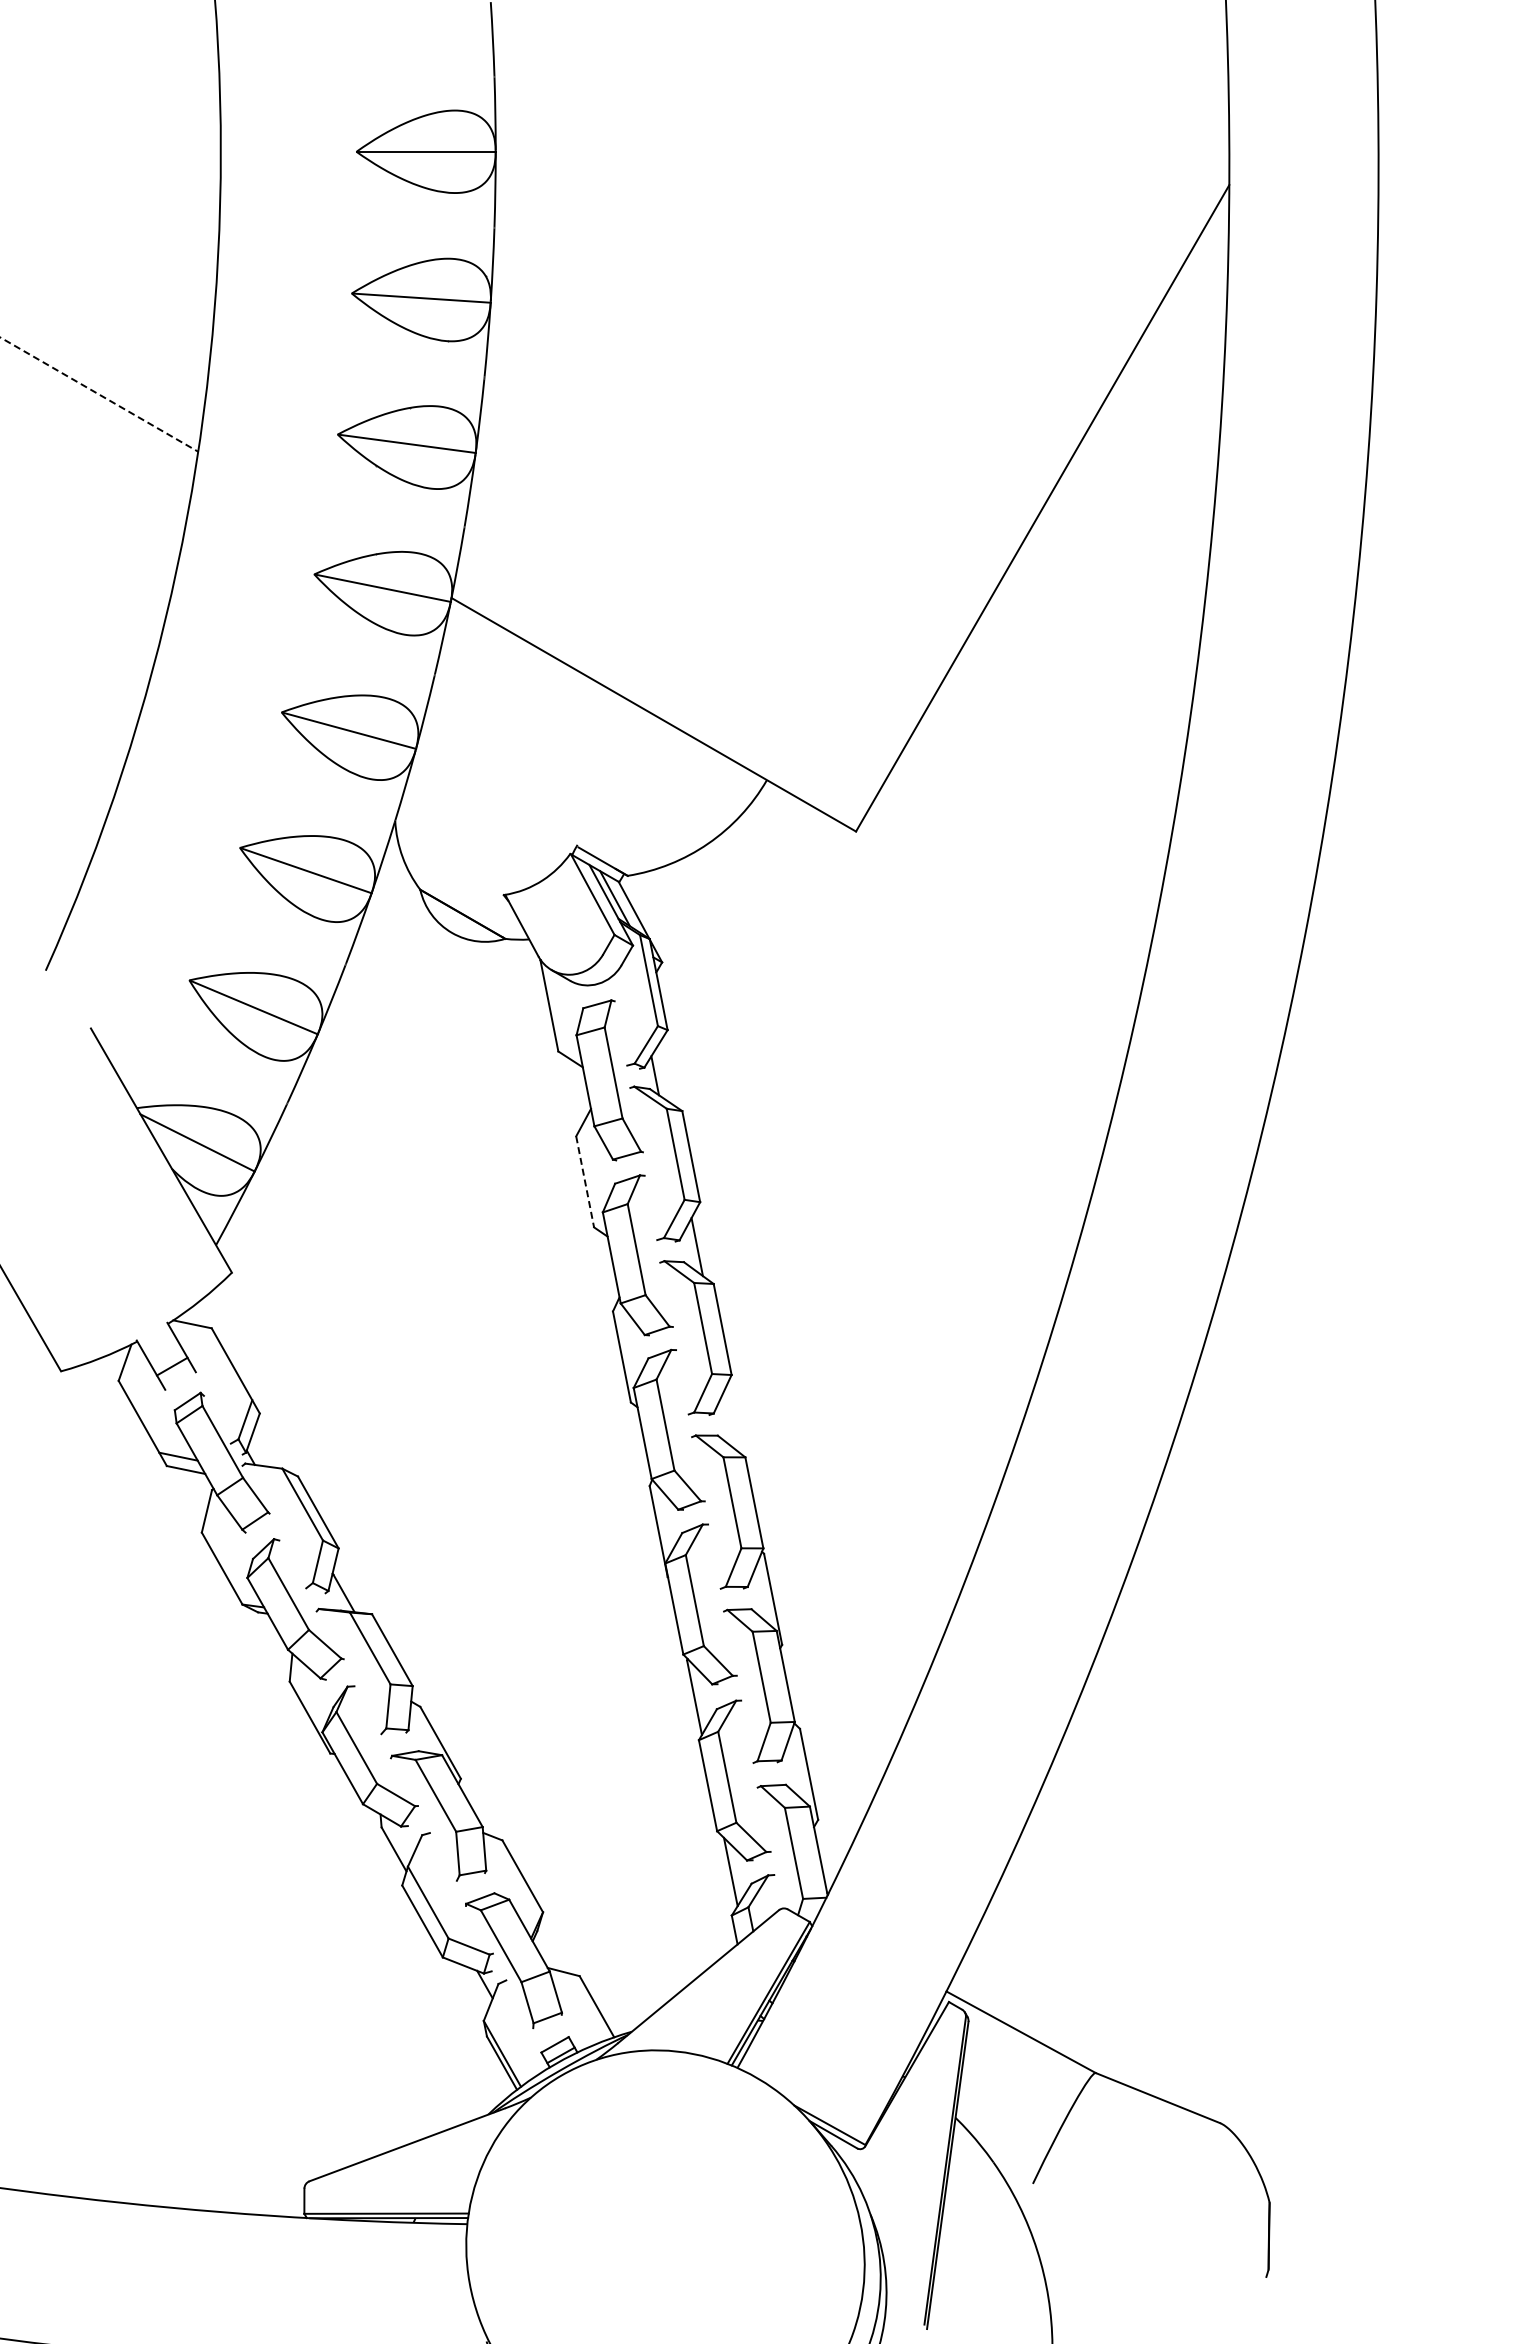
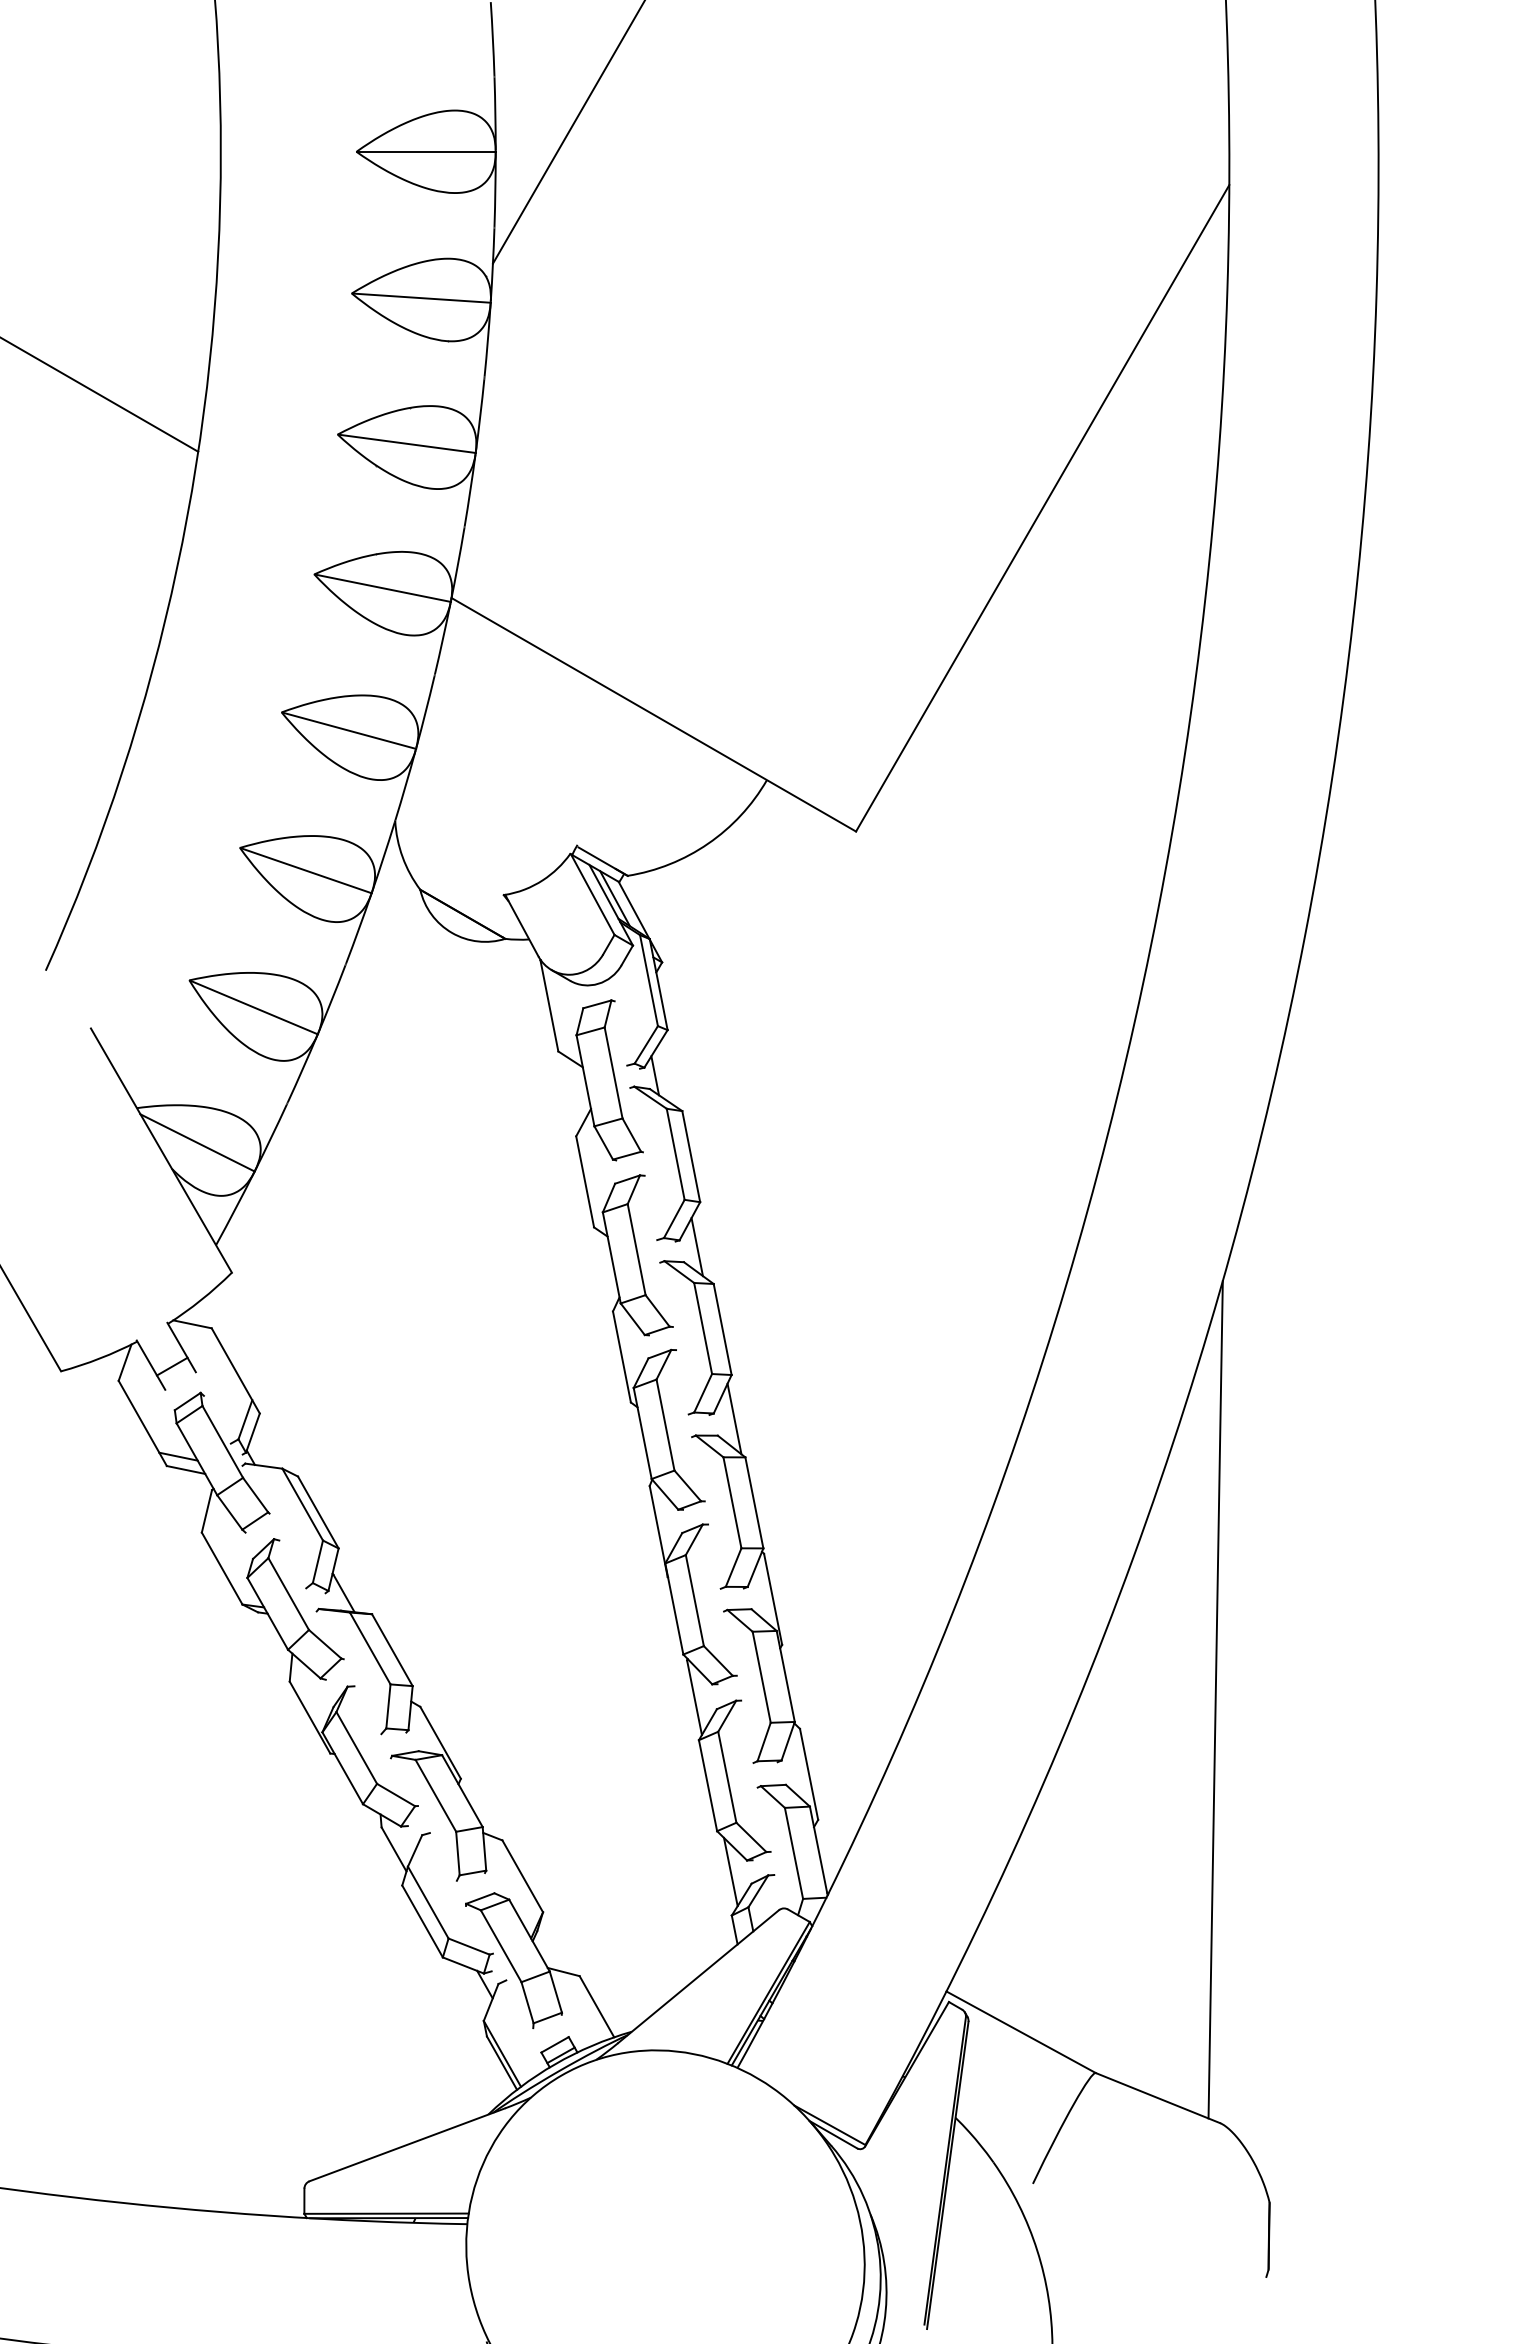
line at (567, 132): none -> present
line at (99, 394): dashed -> solid
line at (585, 1182): dashed -> solid
line at (734, 1418): none -> present
line at (1215, 1699): none -> present
